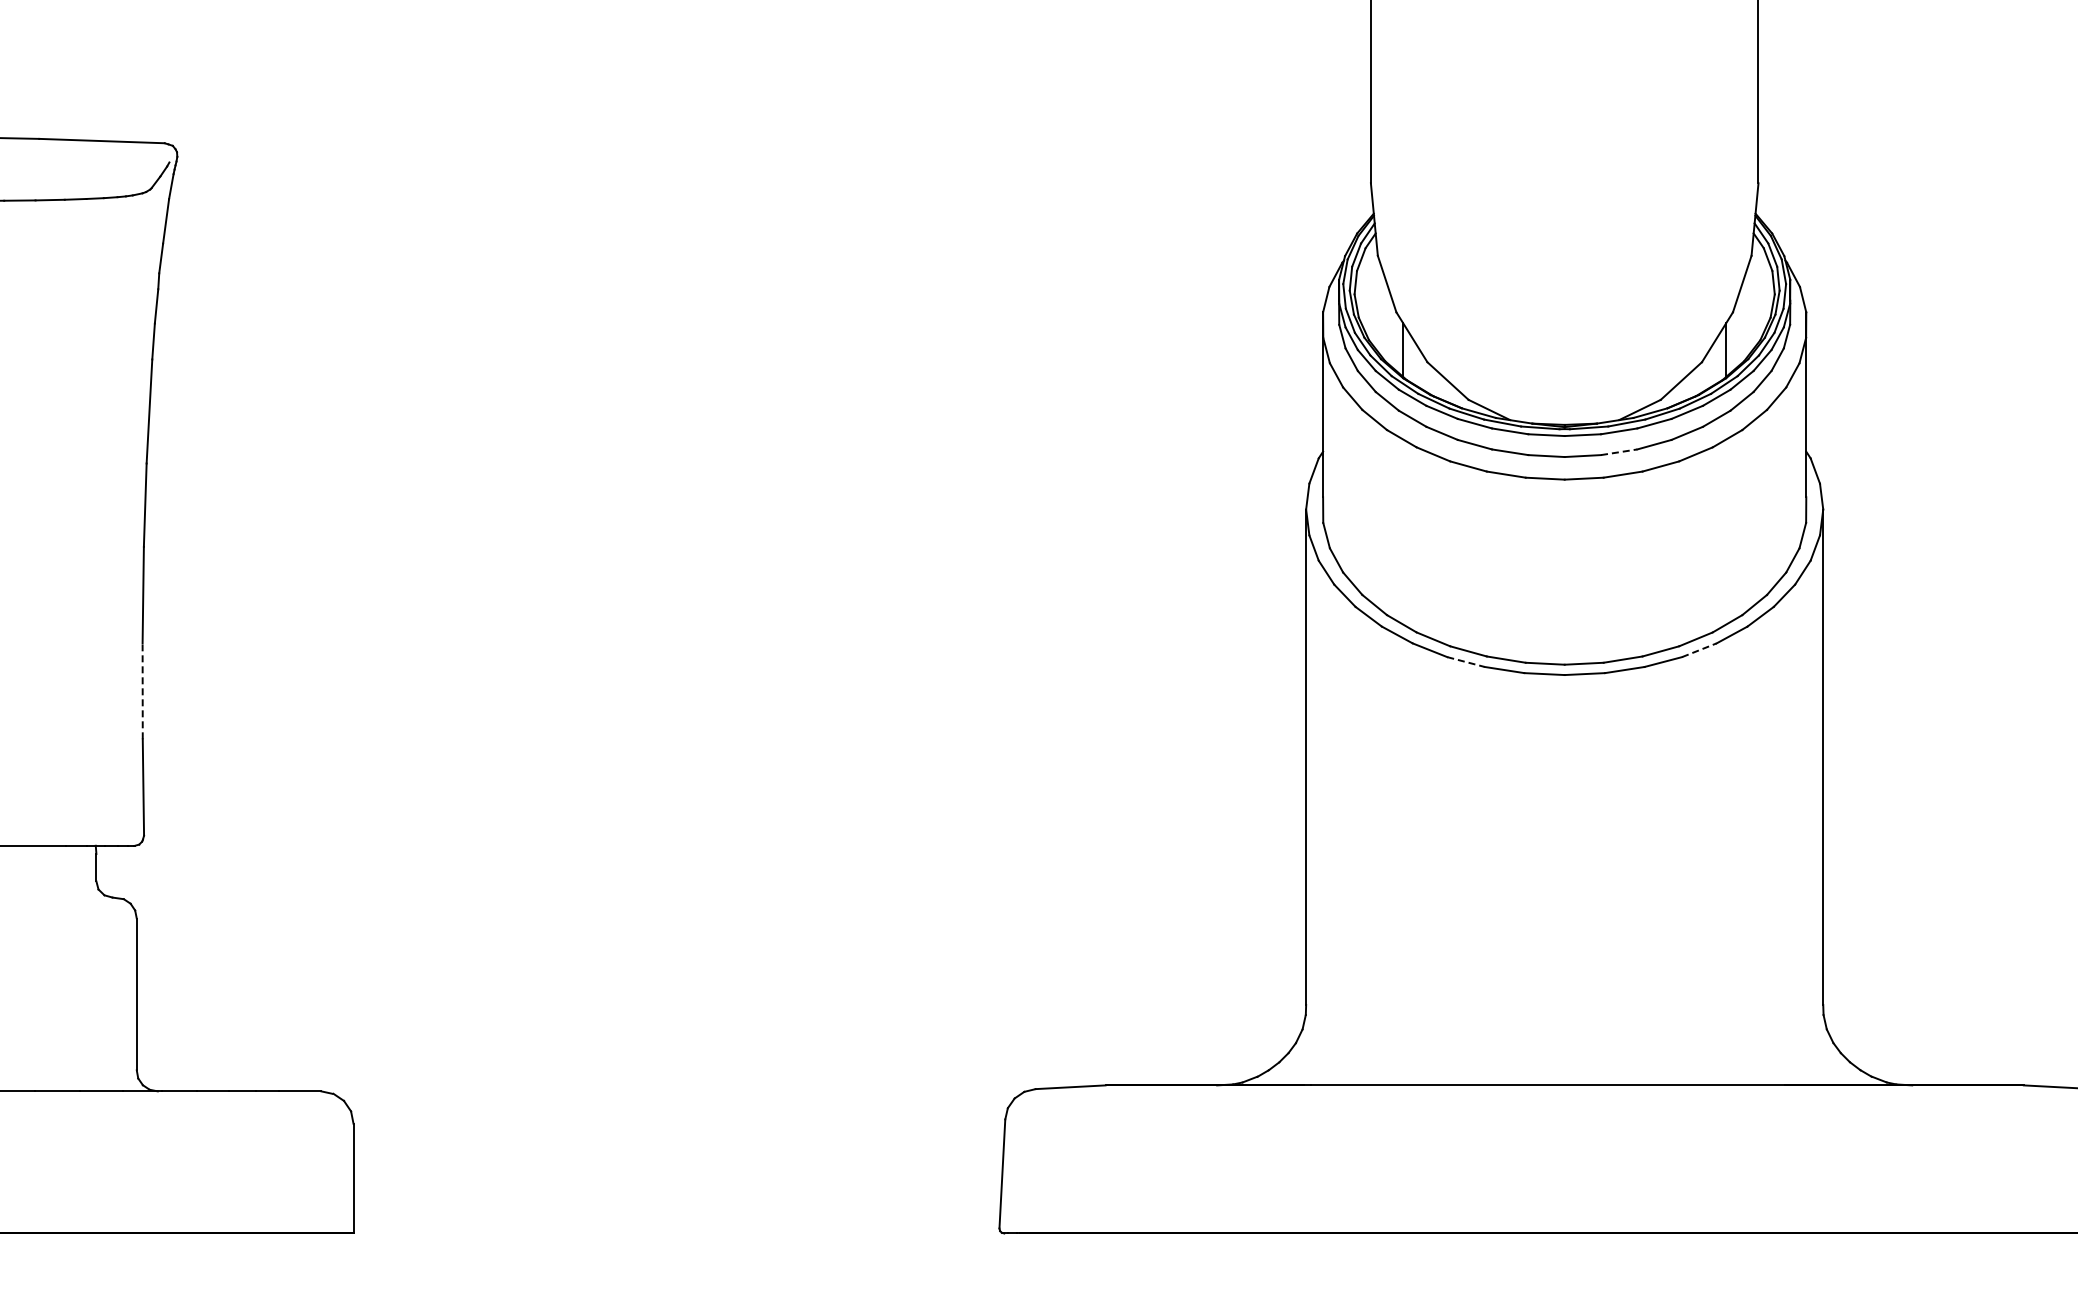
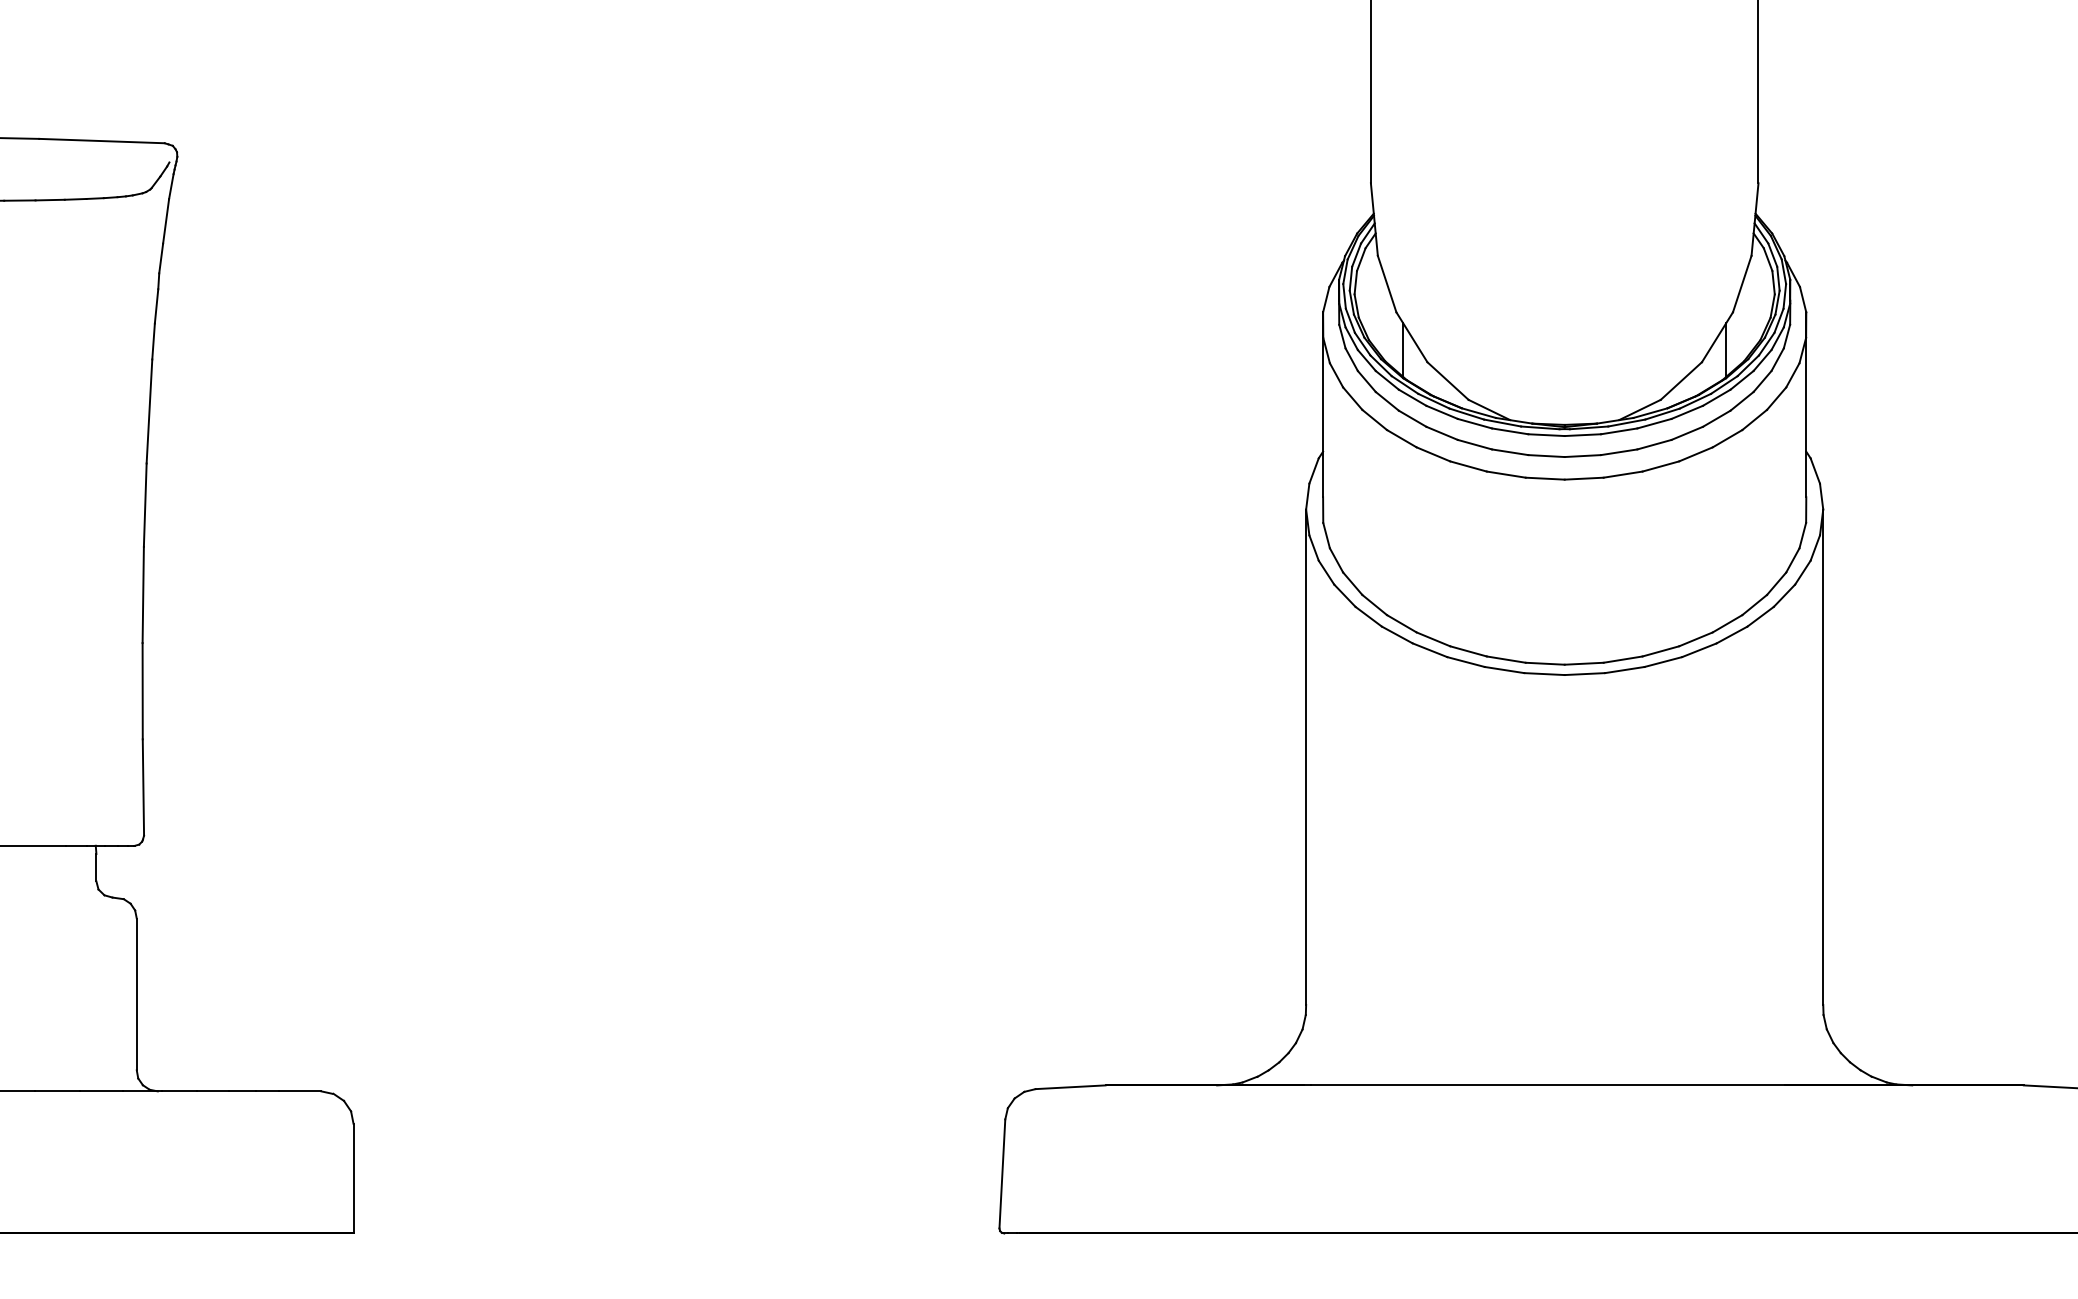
line at (1619, 452): dashed -> solid
line at (1699, 650): dashed -> solid
line at (1466, 662): dashed -> solid
line at (142, 690): dashed -> solid
